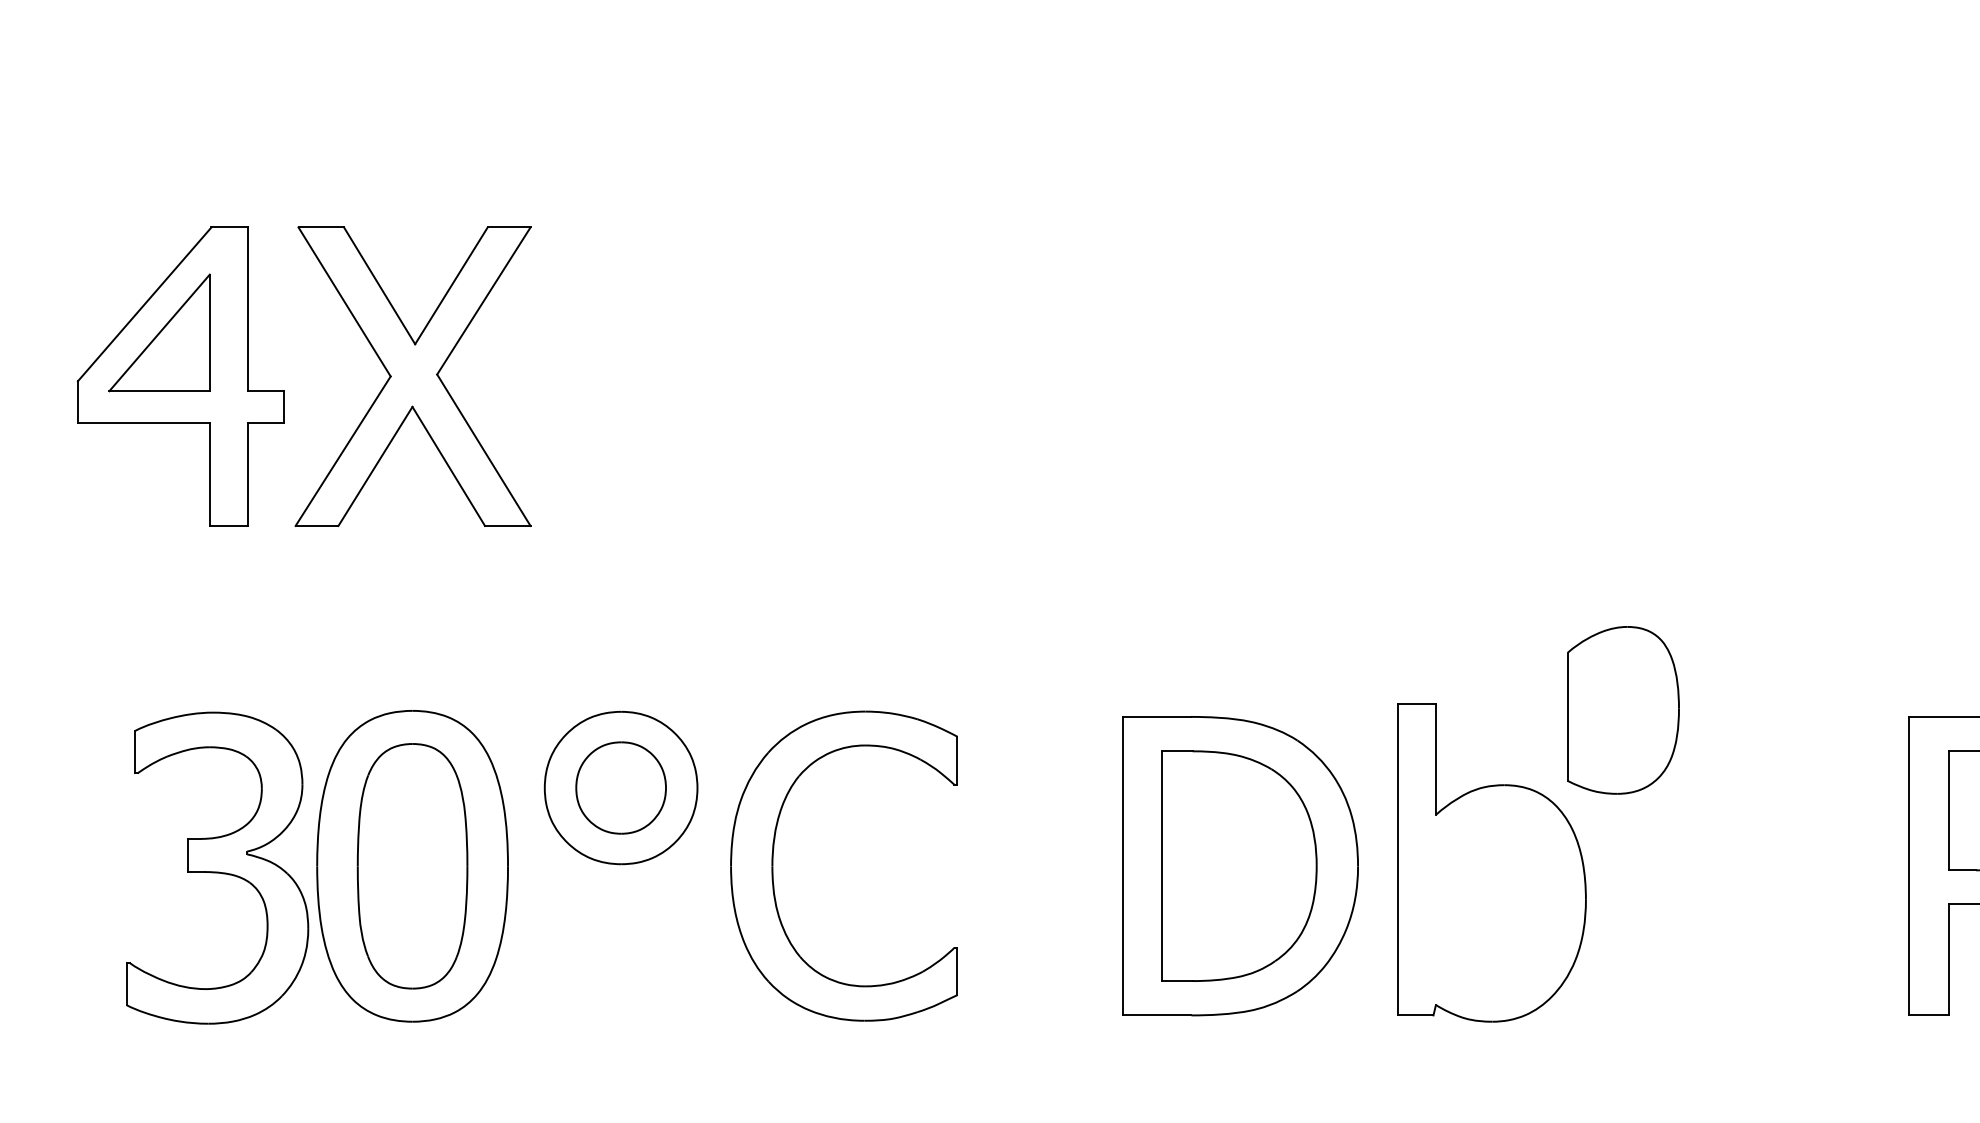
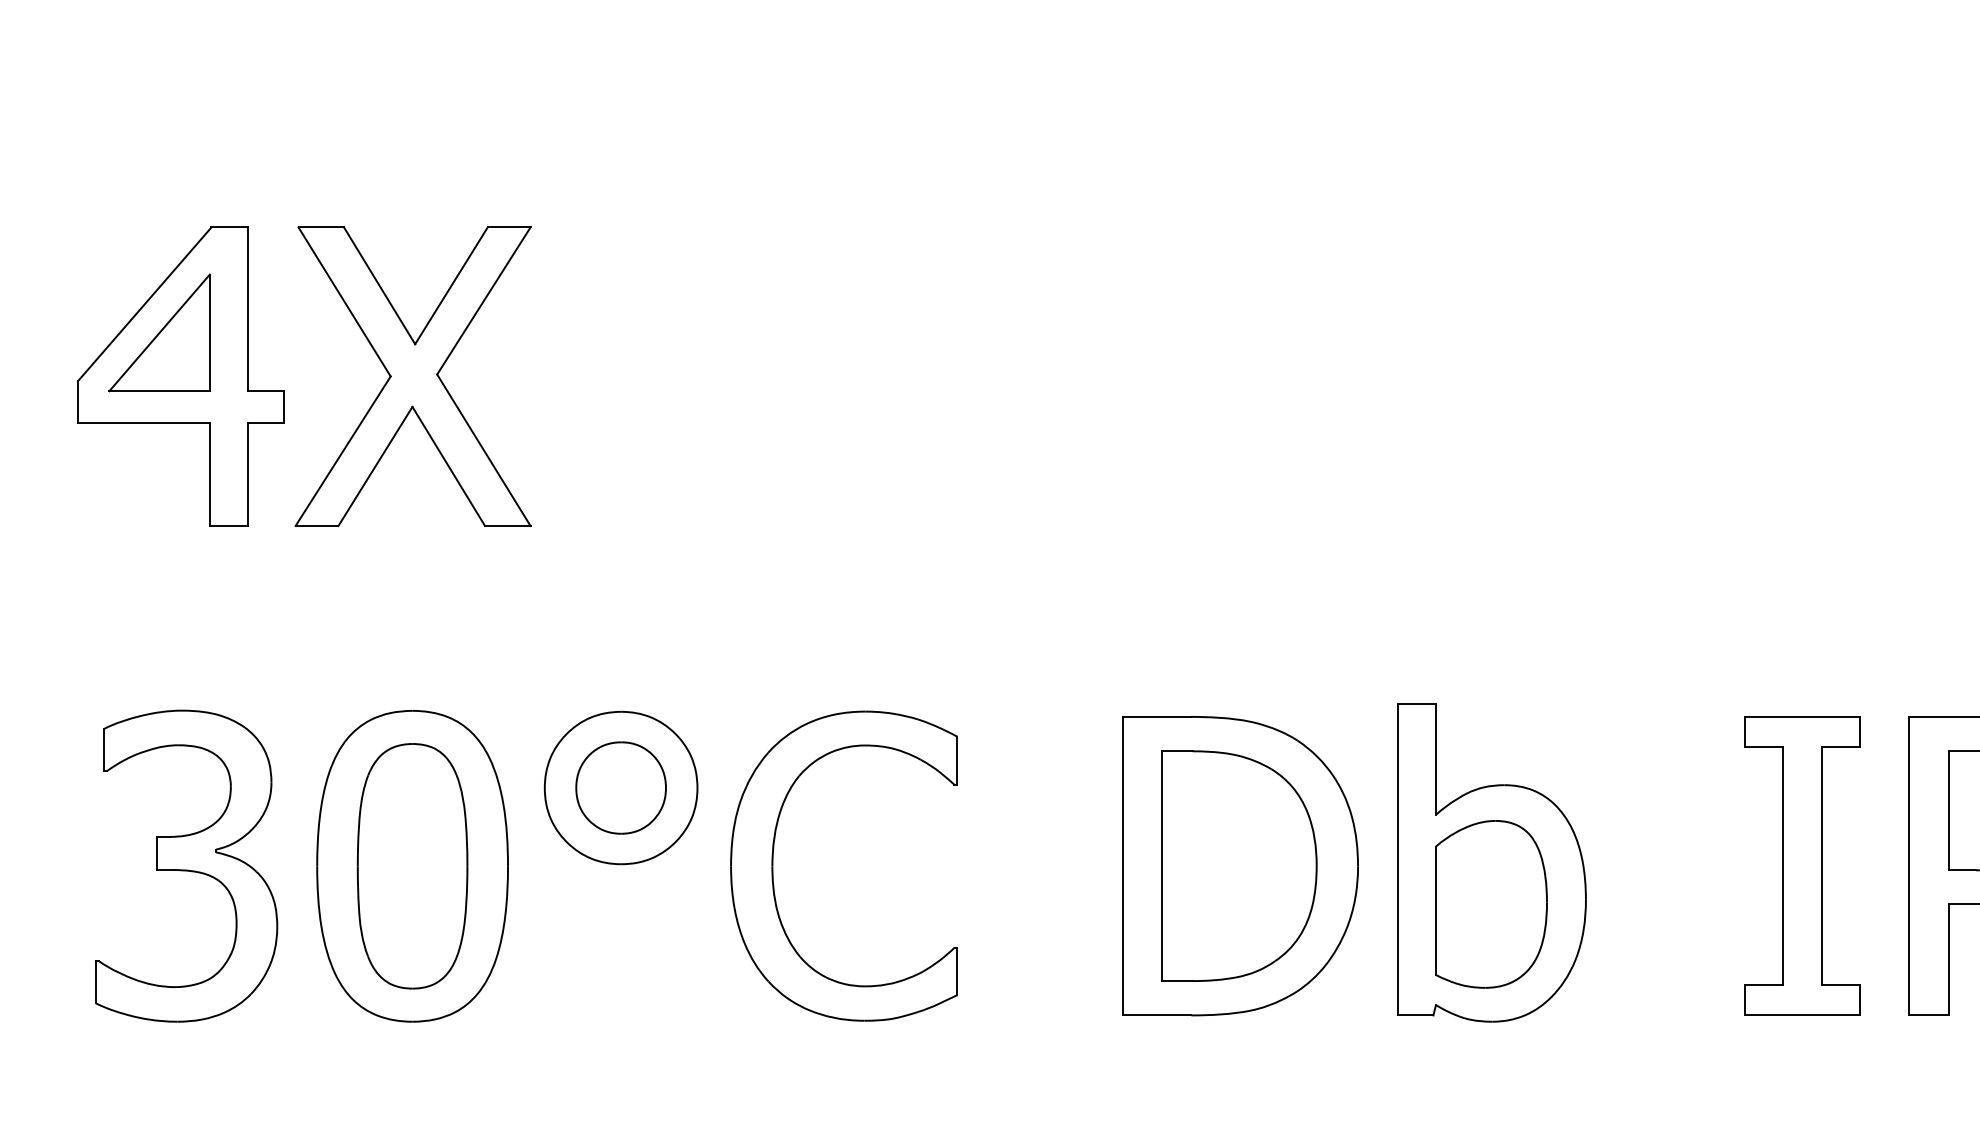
part at (1623, 710) position: (1623, 710) -> (1491, 904)
part at (1802, 865): none -> present
part at (217, 867) position: (217, 867) -> (186, 865)
